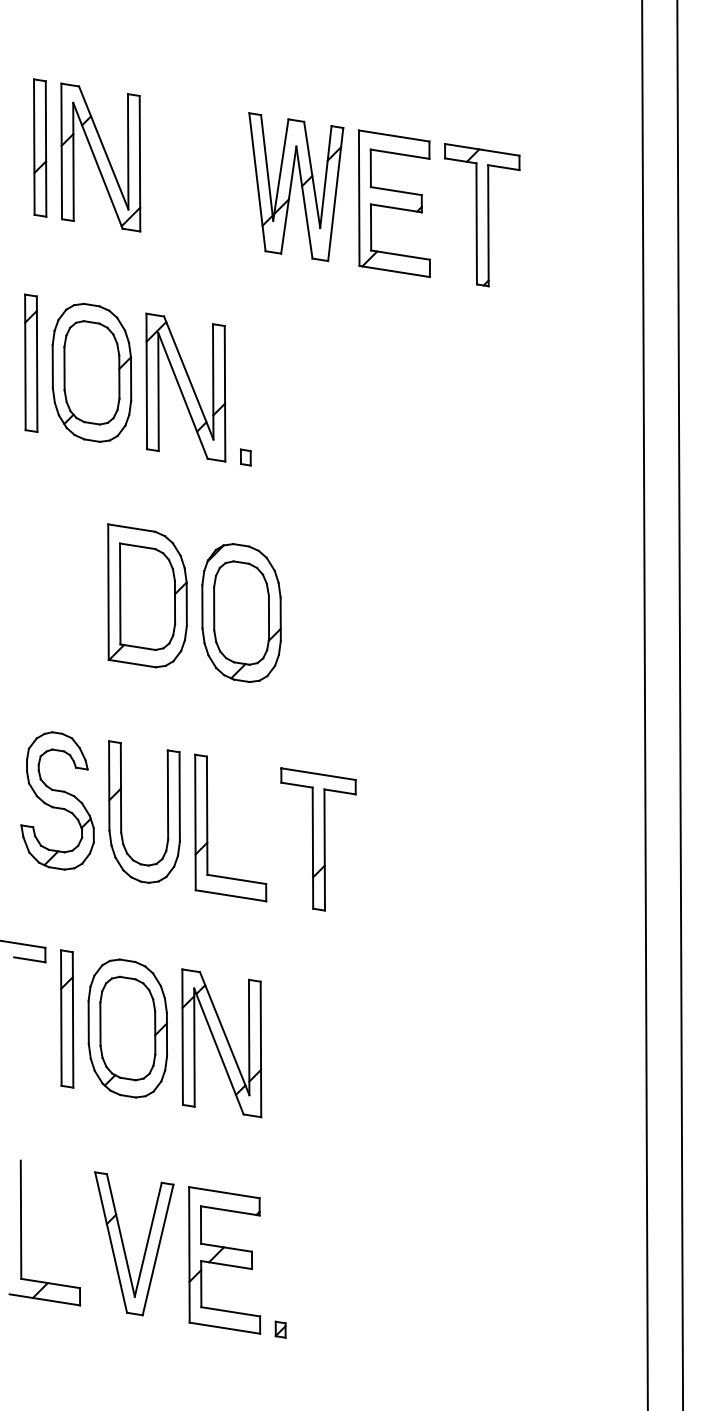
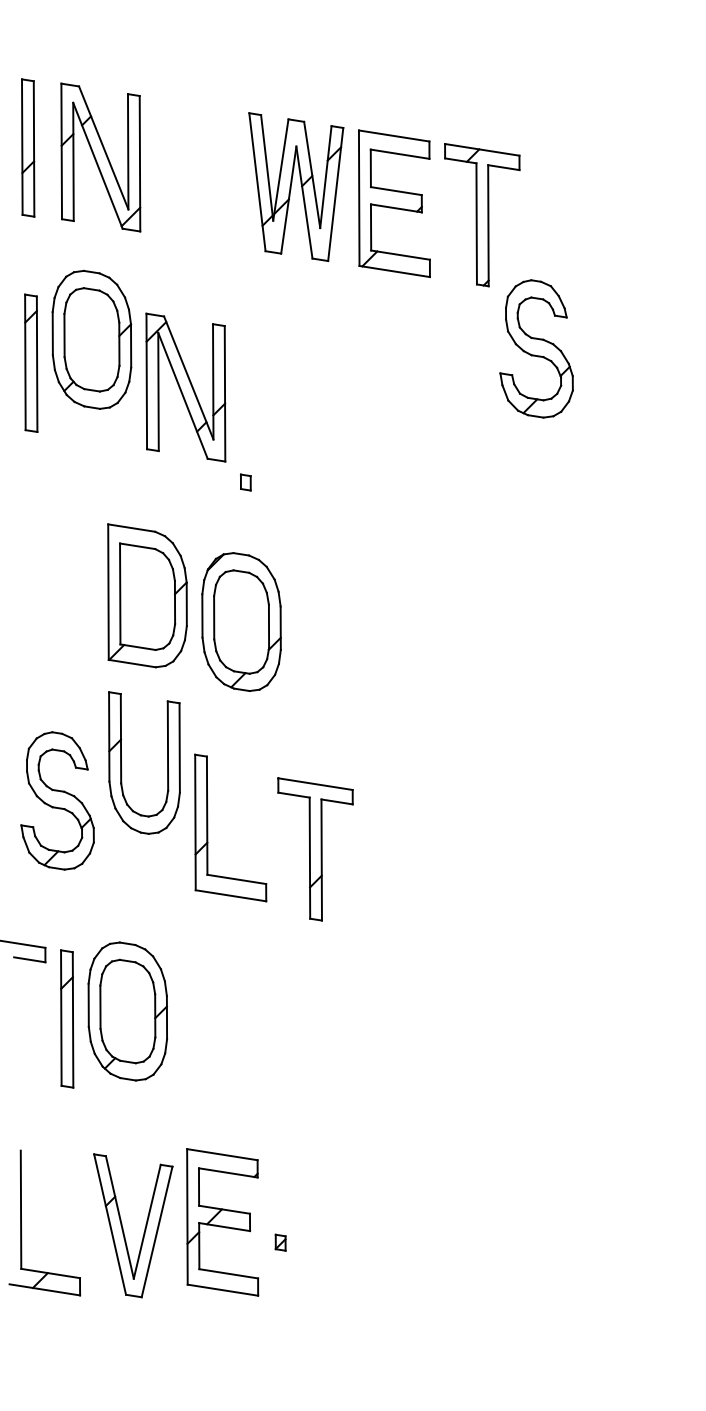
part at (40, 147) position: (40, 147) -> (28, 147)
part at (536, 348): none -> present
part at (91, 372) position: (91, 372) -> (91, 339)
part at (245, 457) position: (245, 457) -> (245, 482)
part at (241, 612) position: (241, 612) -> (241, 621)
line at (644, 704): present -> none
line at (680, 704): present -> none
part at (121, 811) position: (121, 811) -> (121, 762)
part at (318, 839) position: (318, 839) -> (315, 849)
part at (127, 1028) position: (127, 1028) -> (127, 1011)
part at (221, 1043): present -> none
part at (21, 1232) position: (21, 1232) -> (21, 1222)
part at (124, 1245) position: (124, 1245) -> (123, 1227)
part at (224, 1260) position: (224, 1260) -> (222, 1222)
part at (280, 1329) position: (280, 1329) -> (280, 1242)
